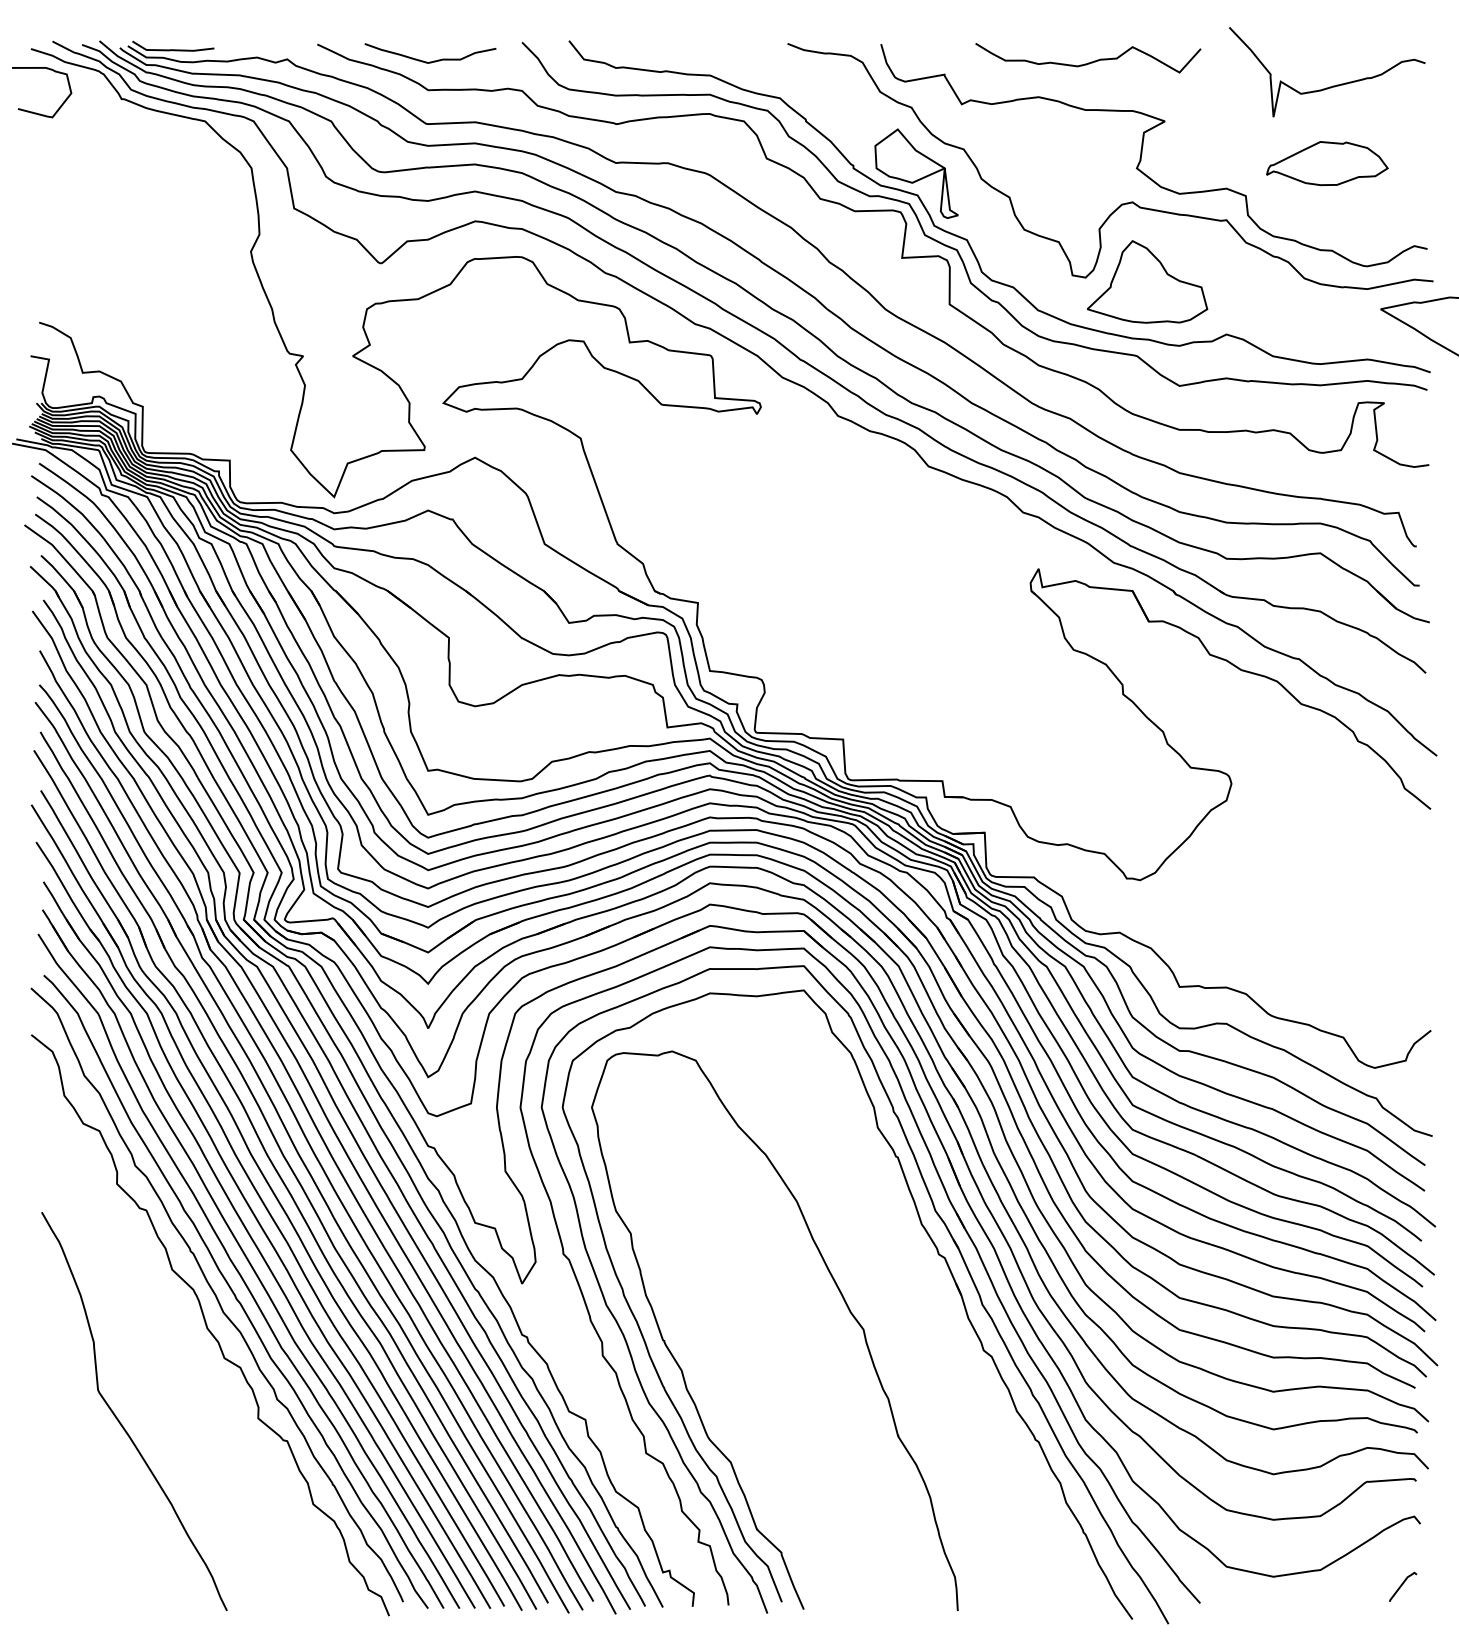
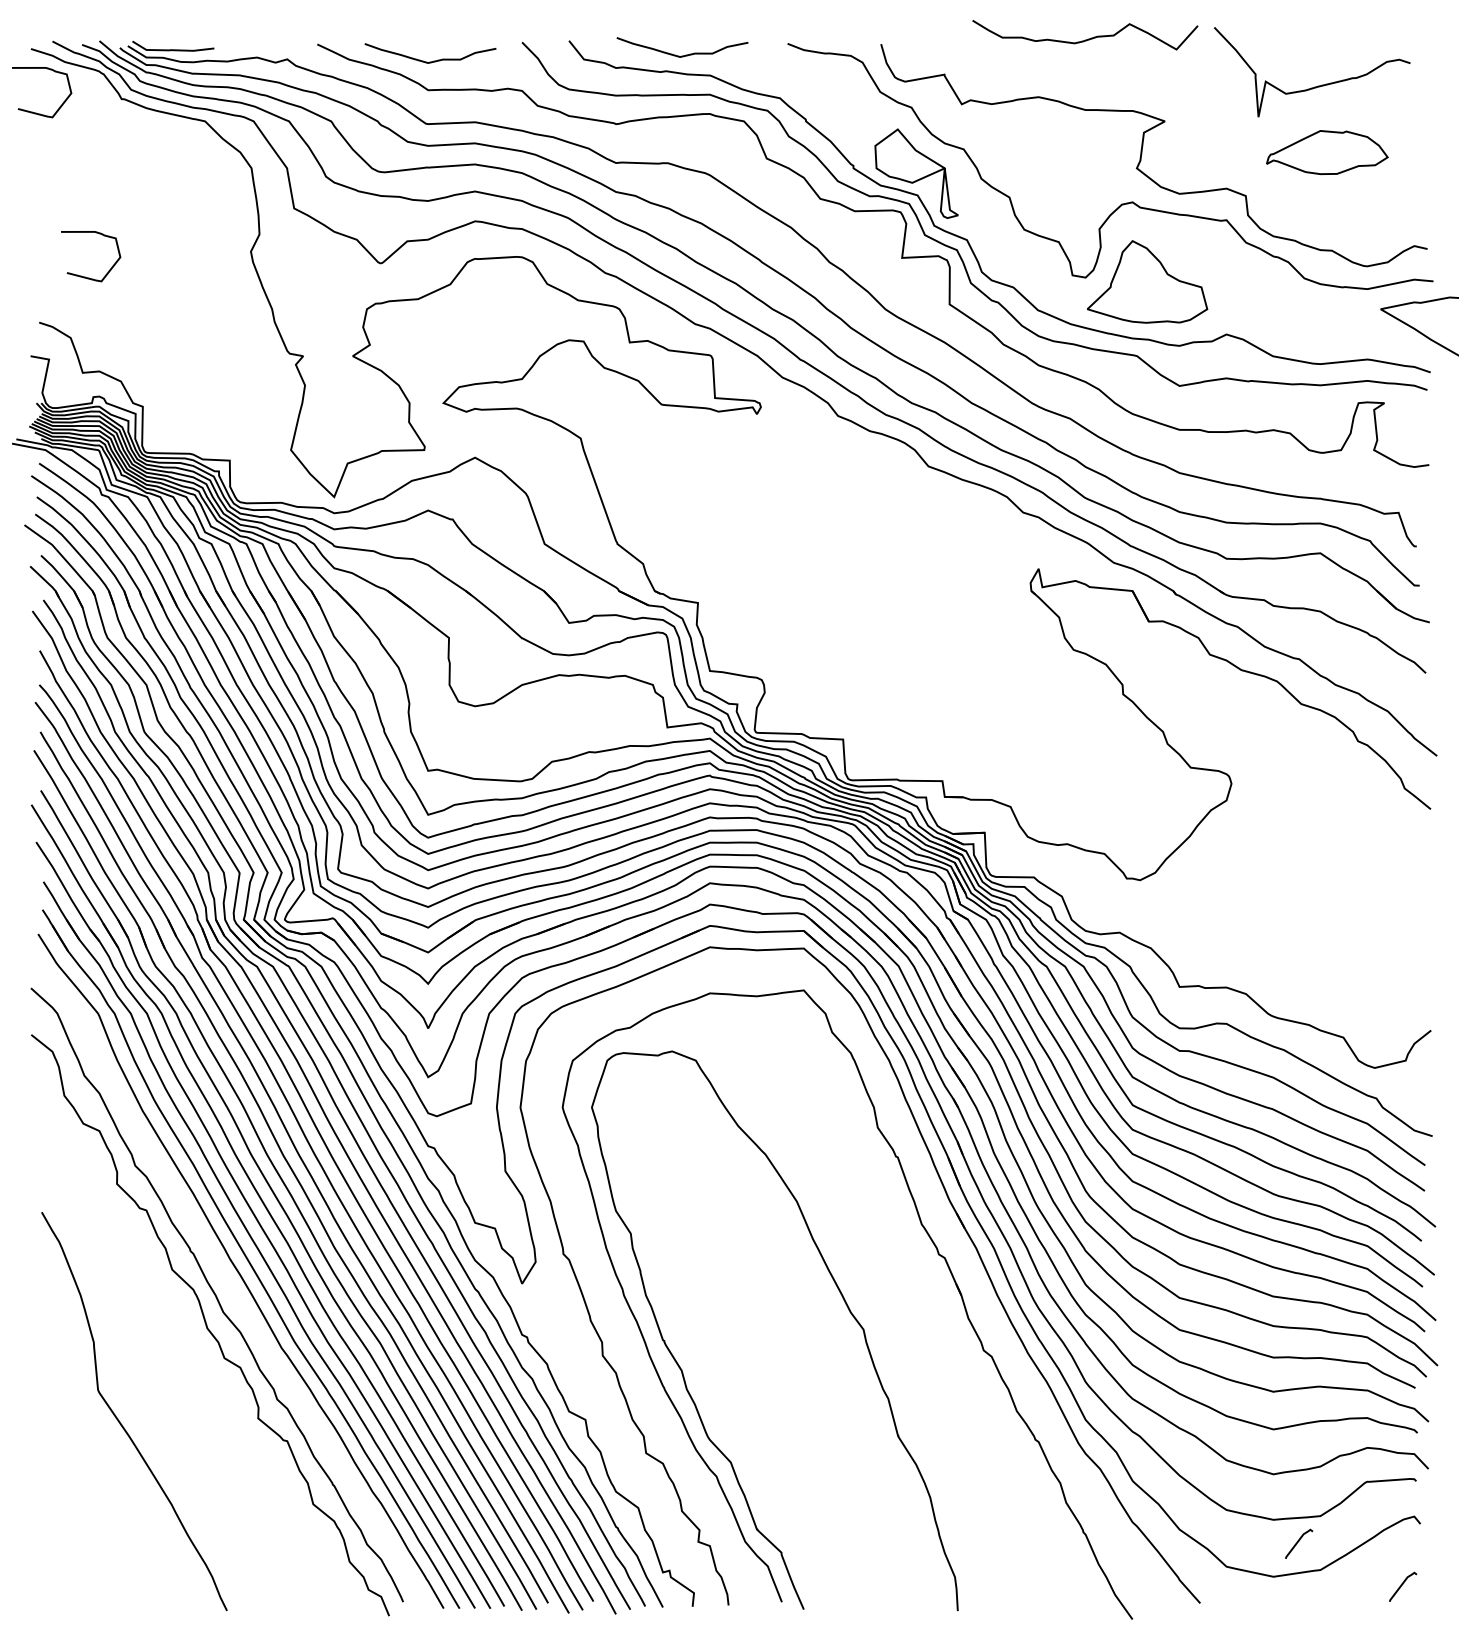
curve at (685, 54): none -> present
curve at (1088, 62) position: (1088, 62) -> (1085, 39)
curve at (1332, 85) position: (1332, 85) -> (1317, 85)
part at (1327, 163) position: (1327, 163) -> (1327, 152)
curve at (85, 276): none -> present
part at (953, 1242): present -> none
curve at (234, 1292): present -> none
curve at (1298, 1542): none -> present
